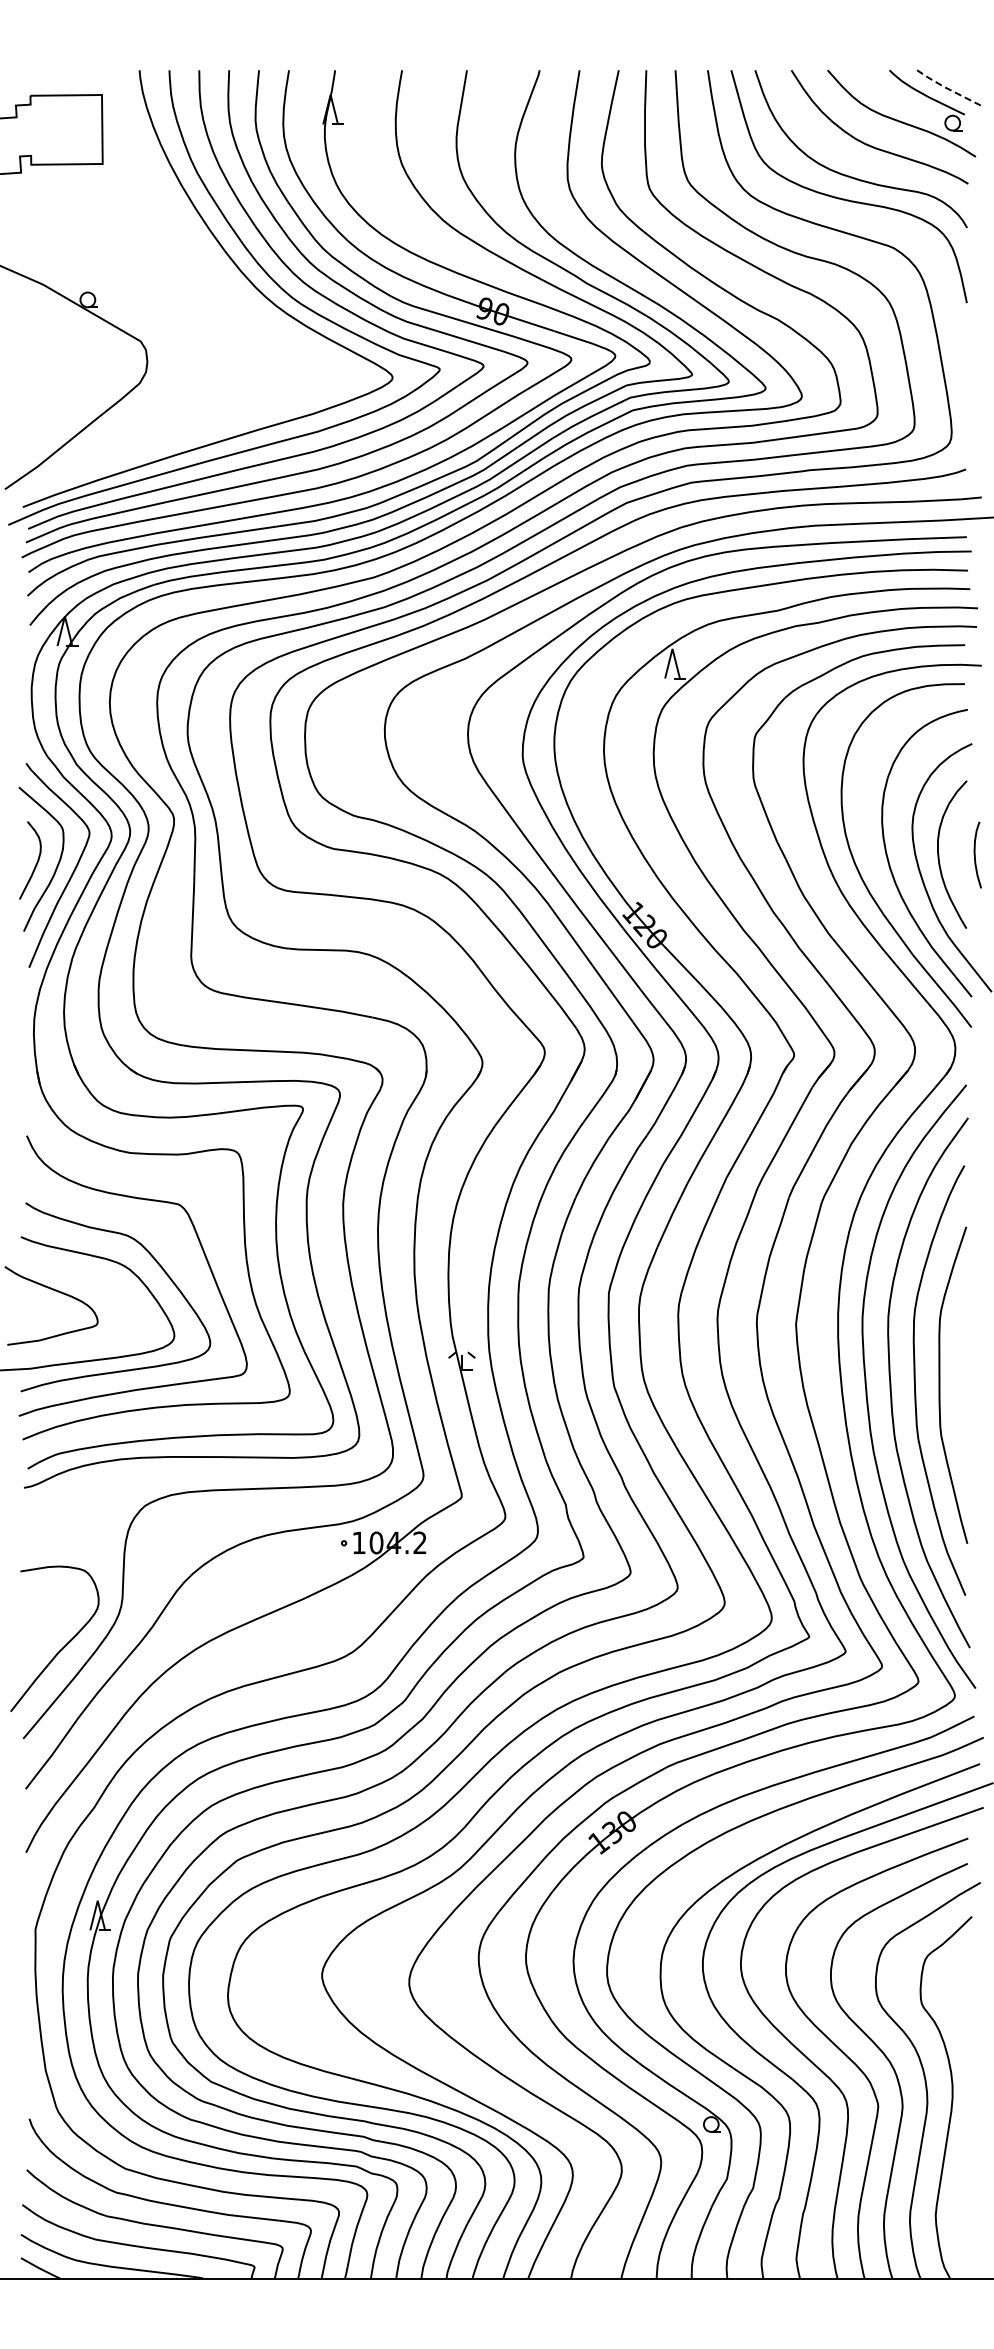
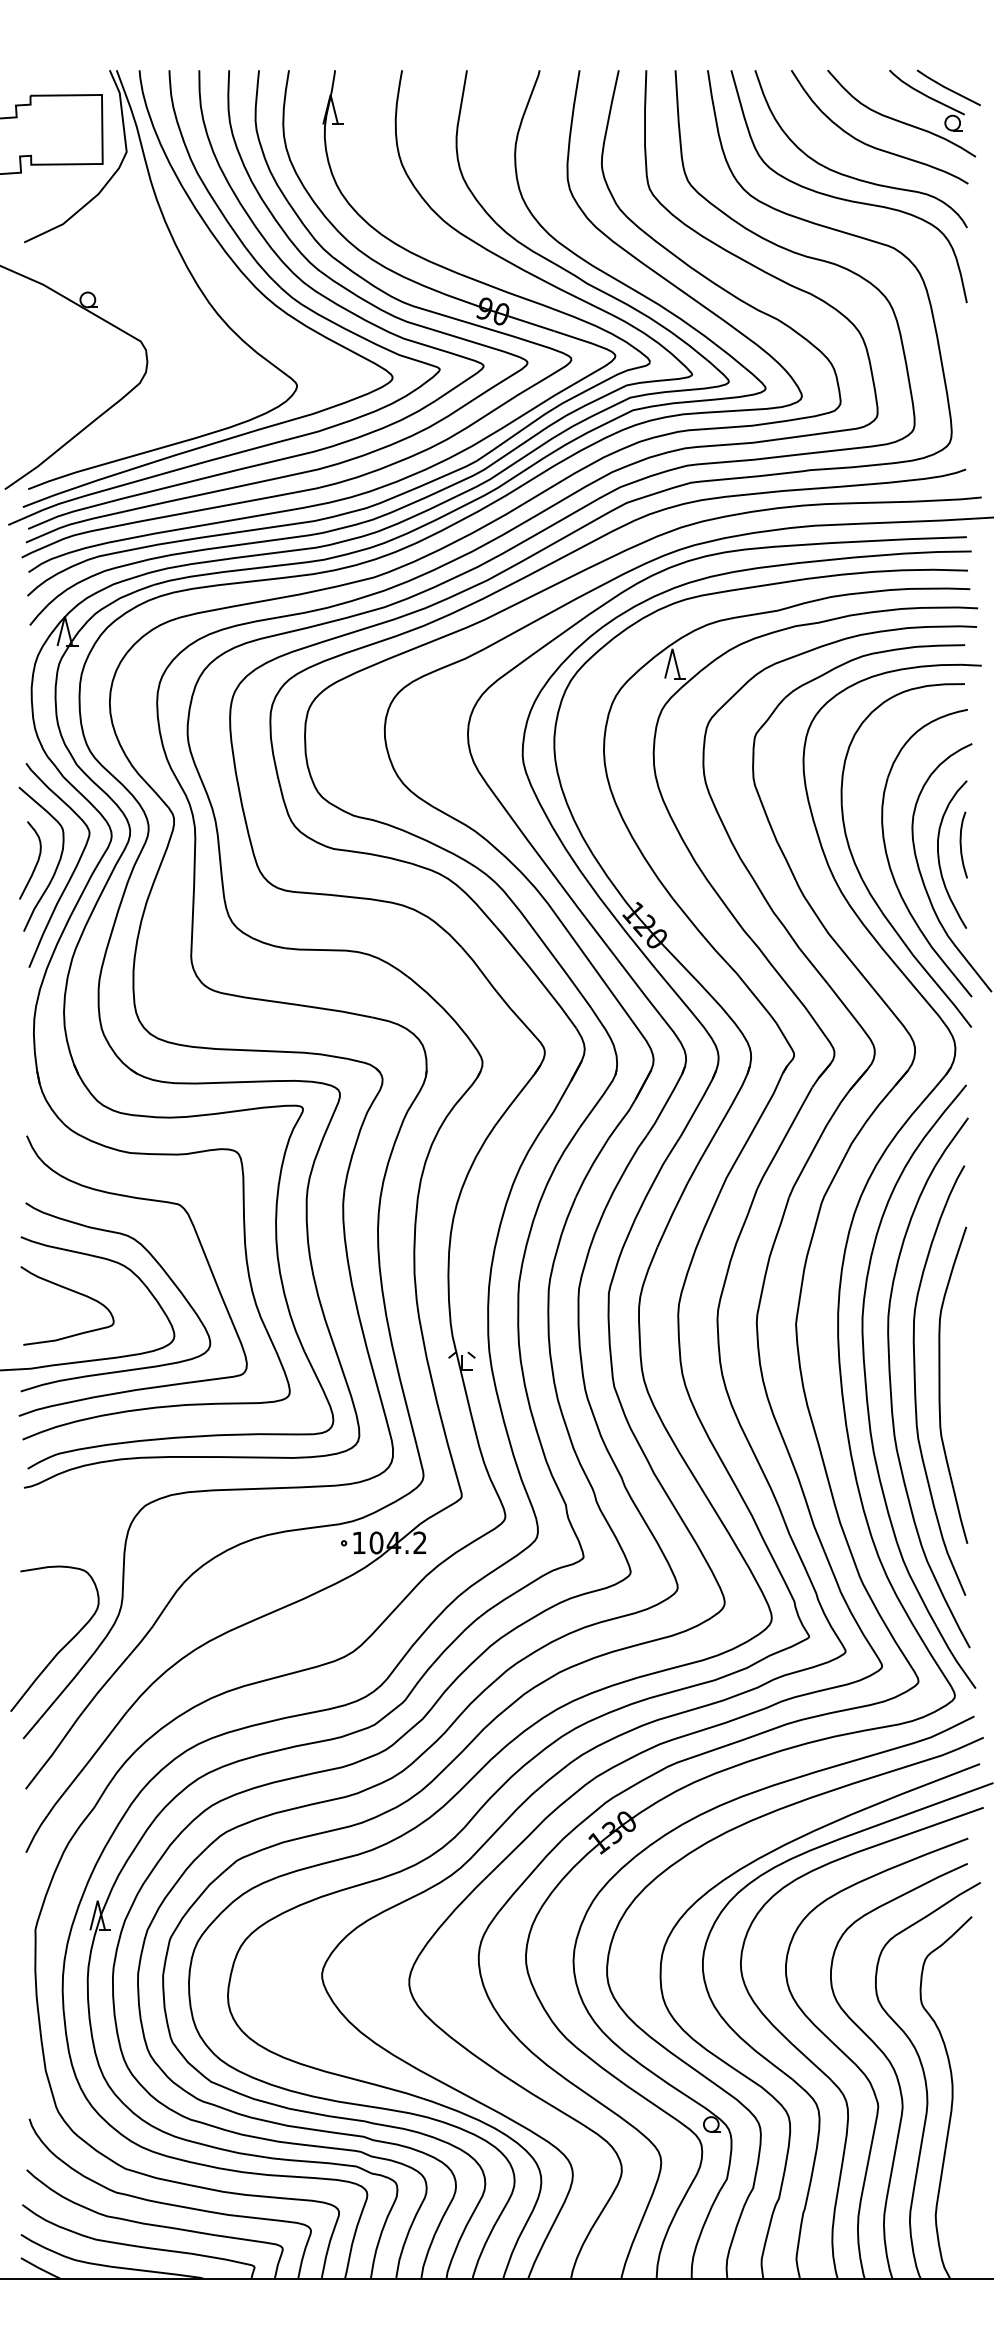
line at (947, 88): dashed -> solid
part at (185, 266): none -> present
curve at (975, 854) position: (975, 854) -> (961, 844)
curve at (57, 1292) position: (57, 1292) -> (73, 1292)
